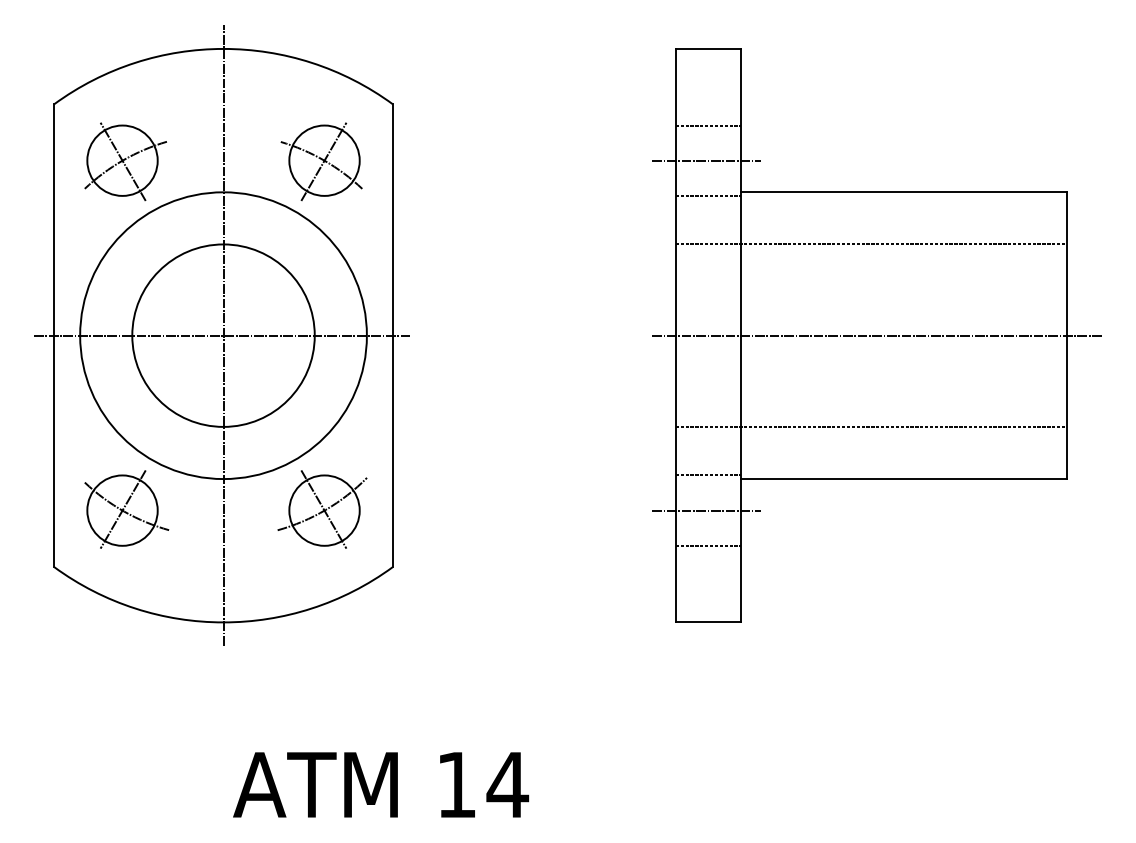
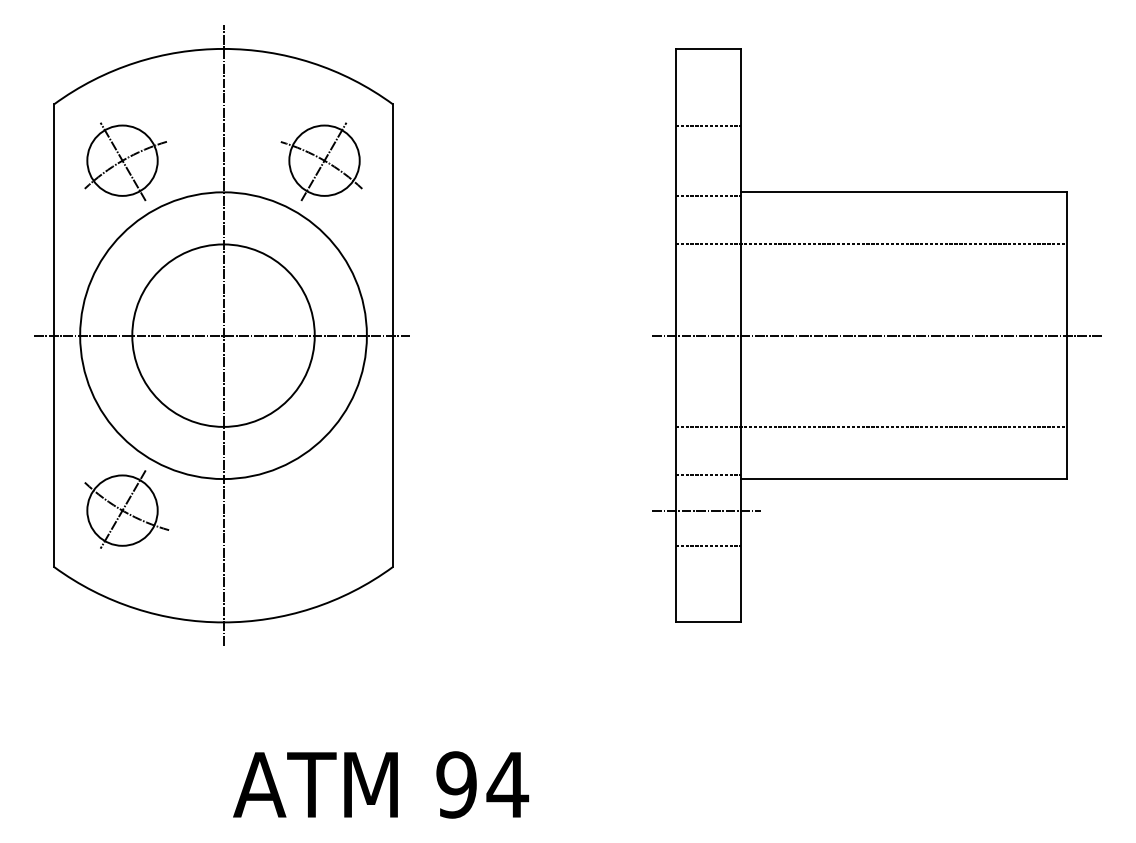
line at (706, 160): present -> none
part at (322, 509): present -> none
text at (456, 784): 14 -> 94
